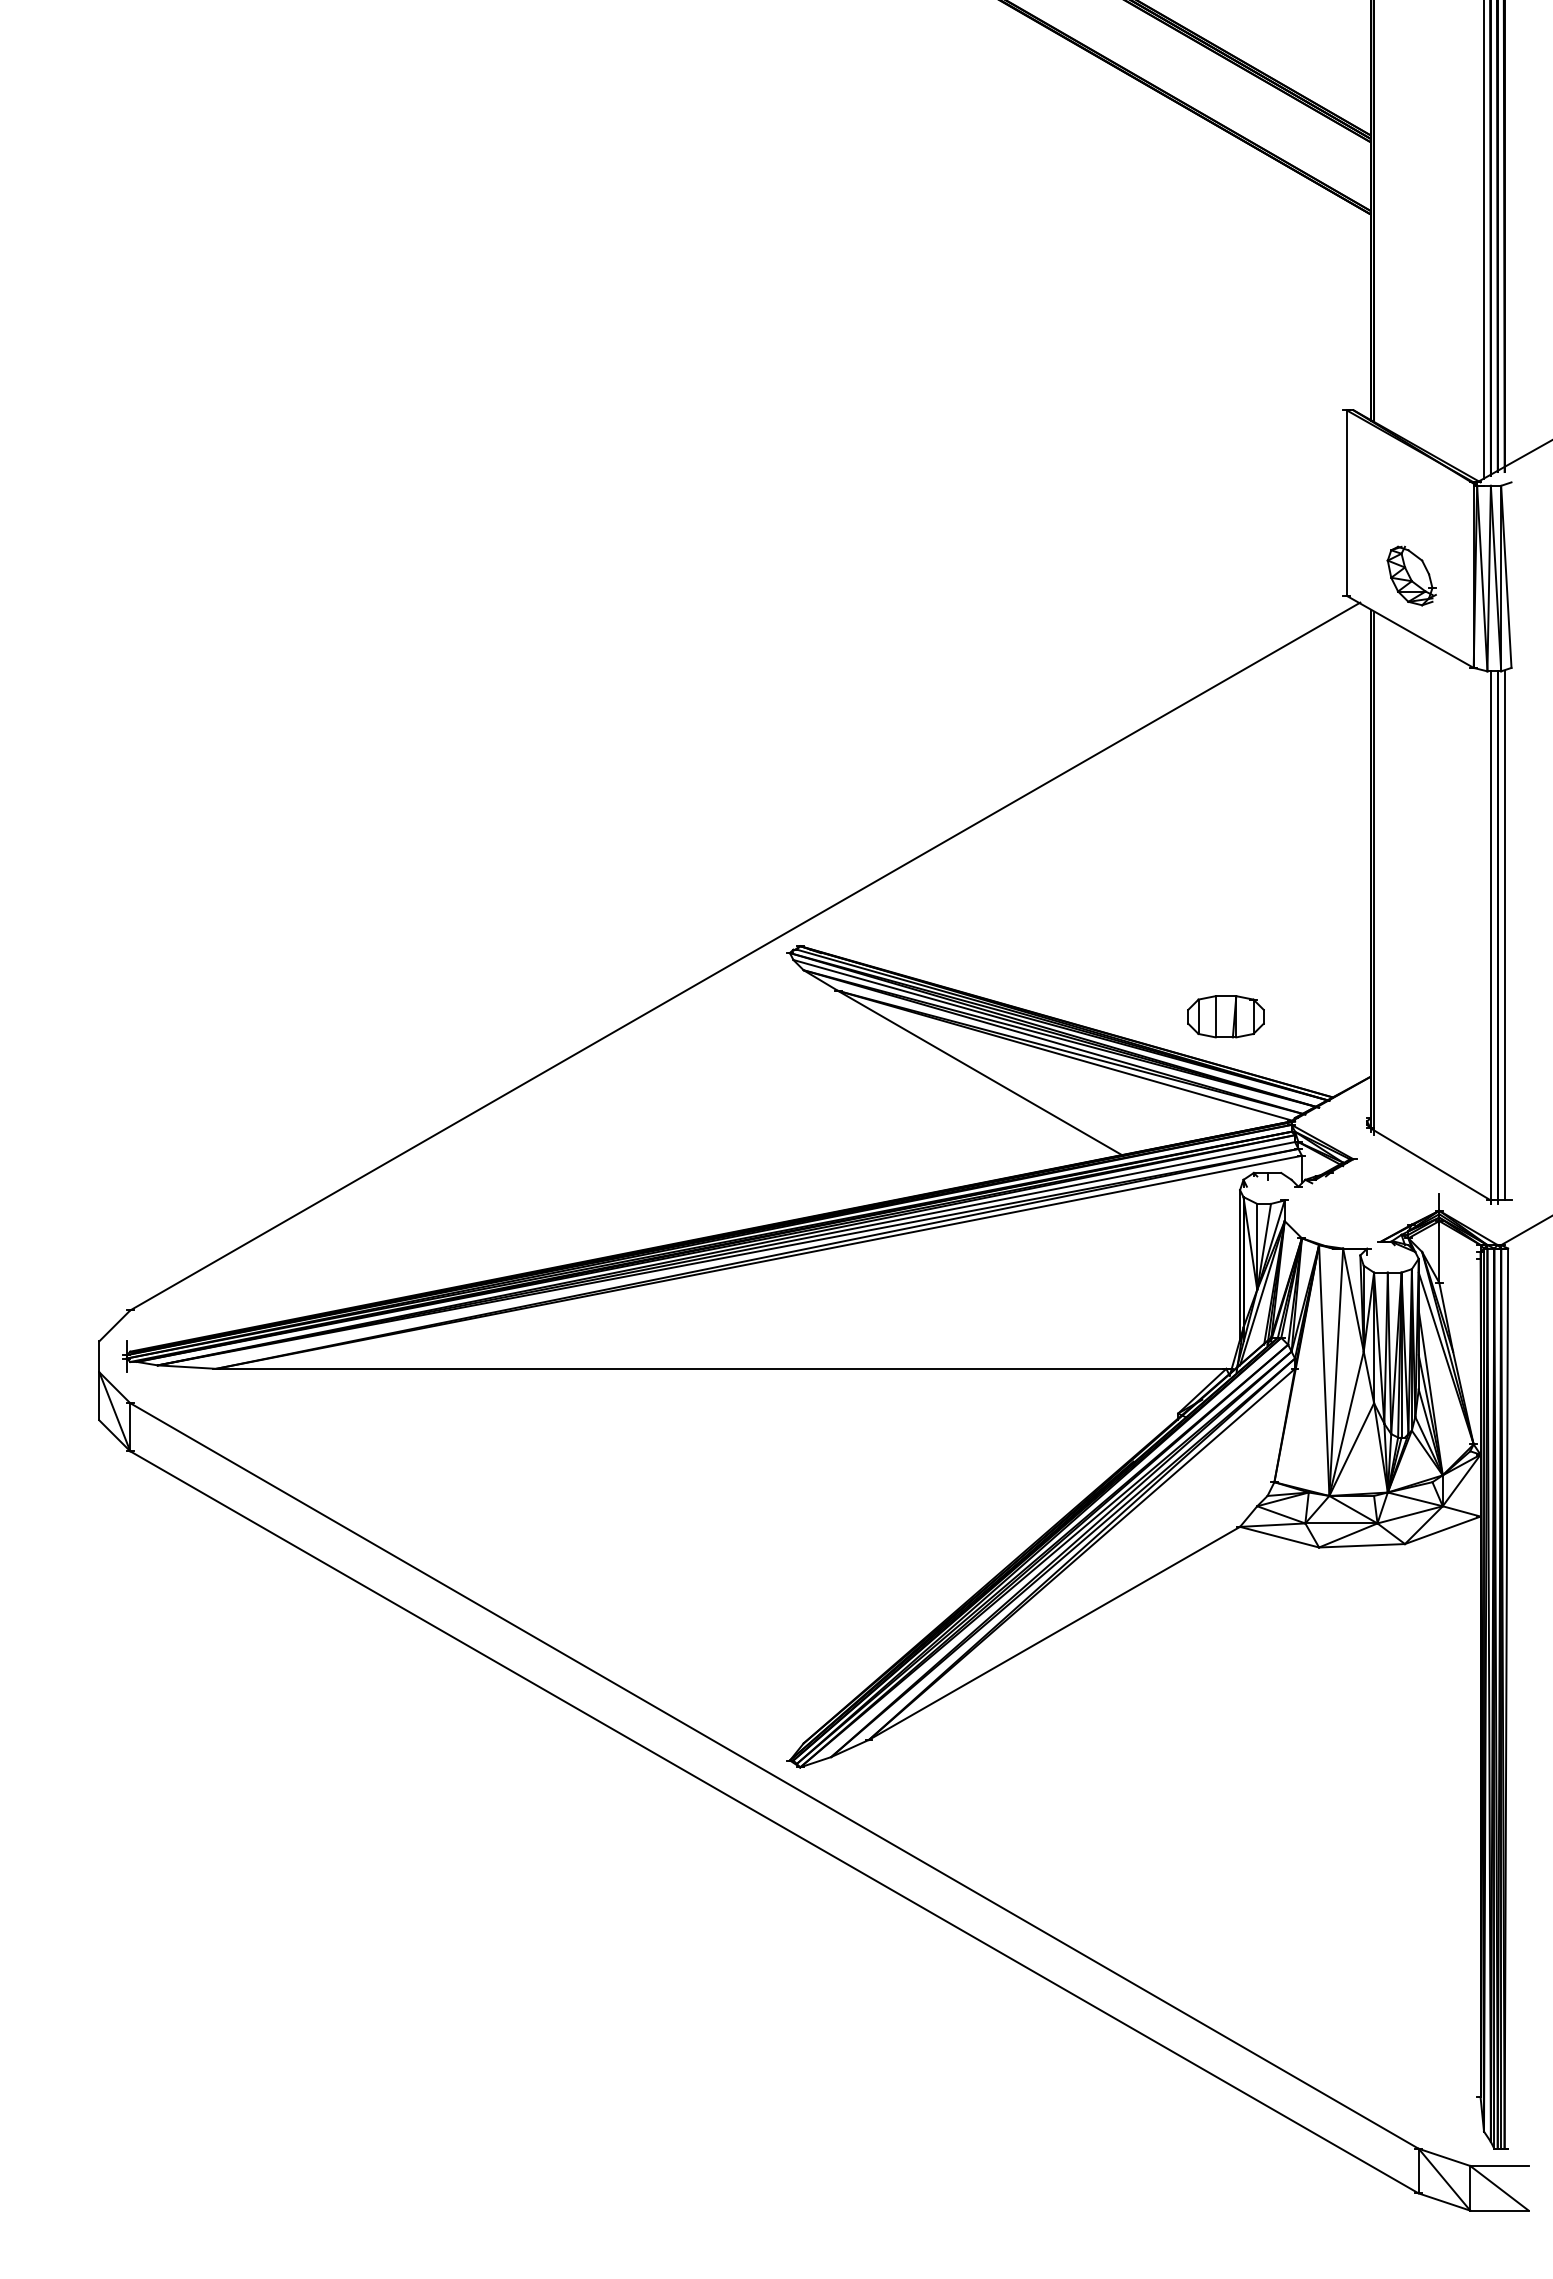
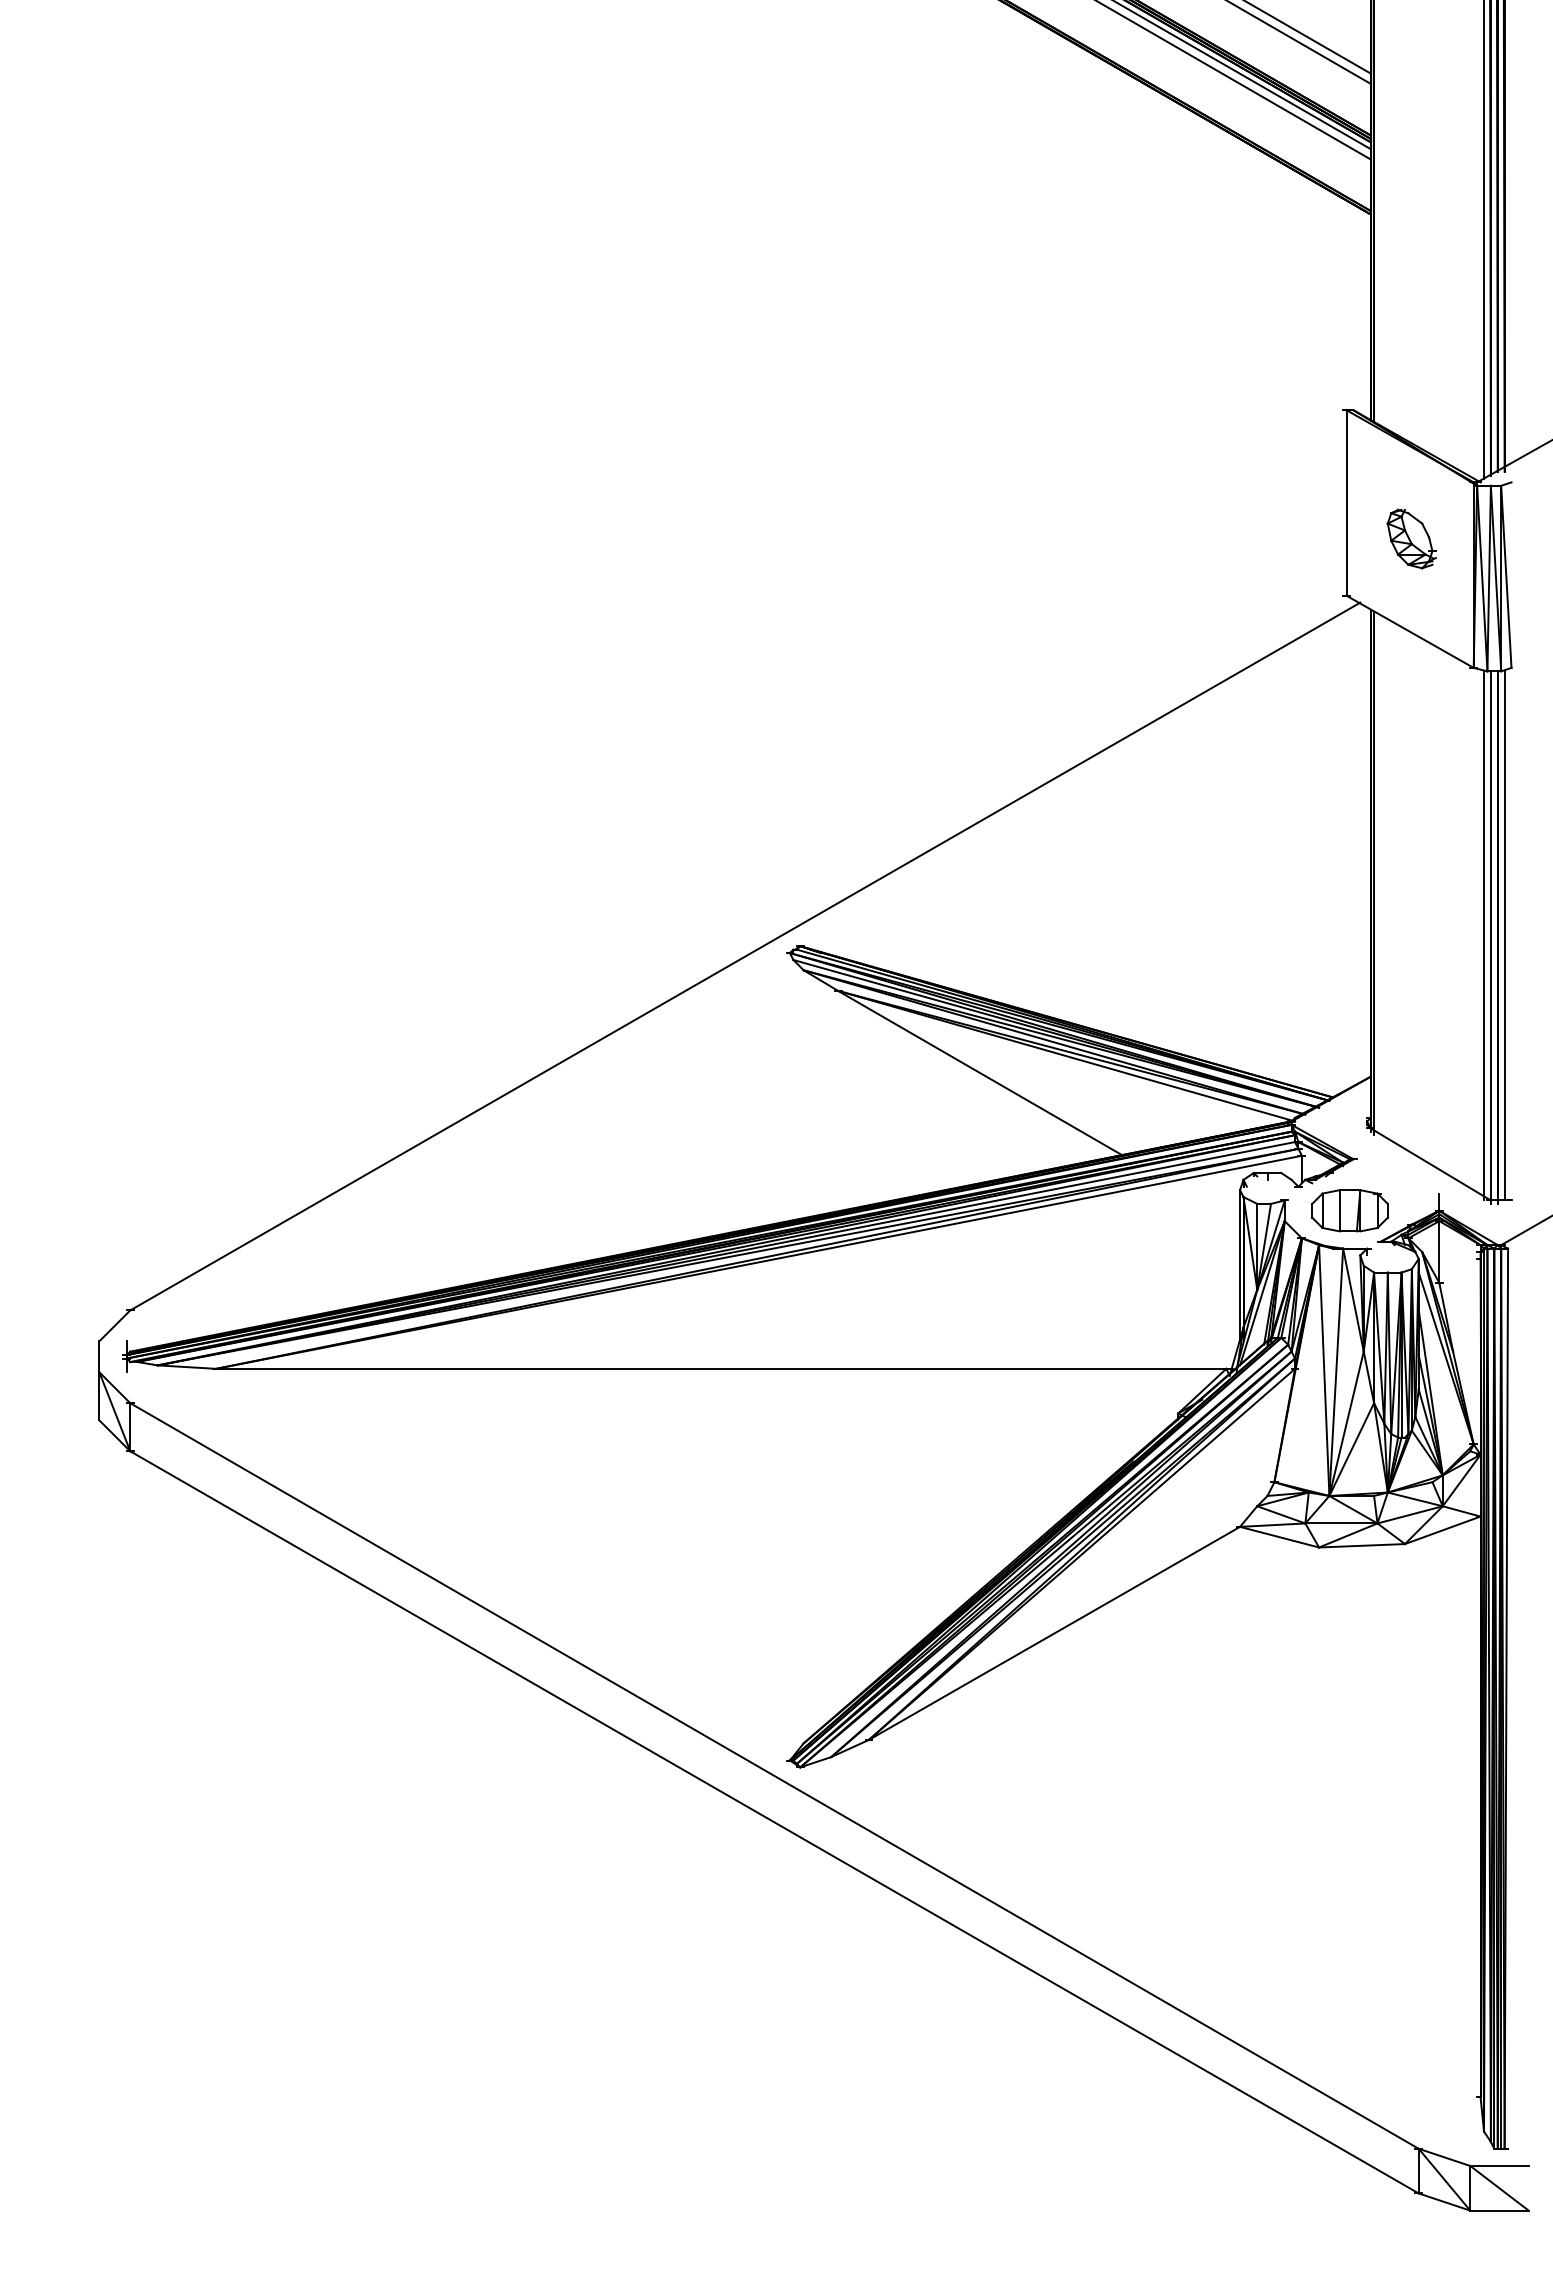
line at (1308, 37): none -> present
line at (1299, 42): none -> present
line at (1242, 75): none -> present
line at (1234, 80): none -> present
part at (1411, 575) position: (1411, 575) -> (1411, 538)
line at (1484, 935): none -> present
part at (1225, 1016) position: (1225, 1016) -> (1349, 1210)
